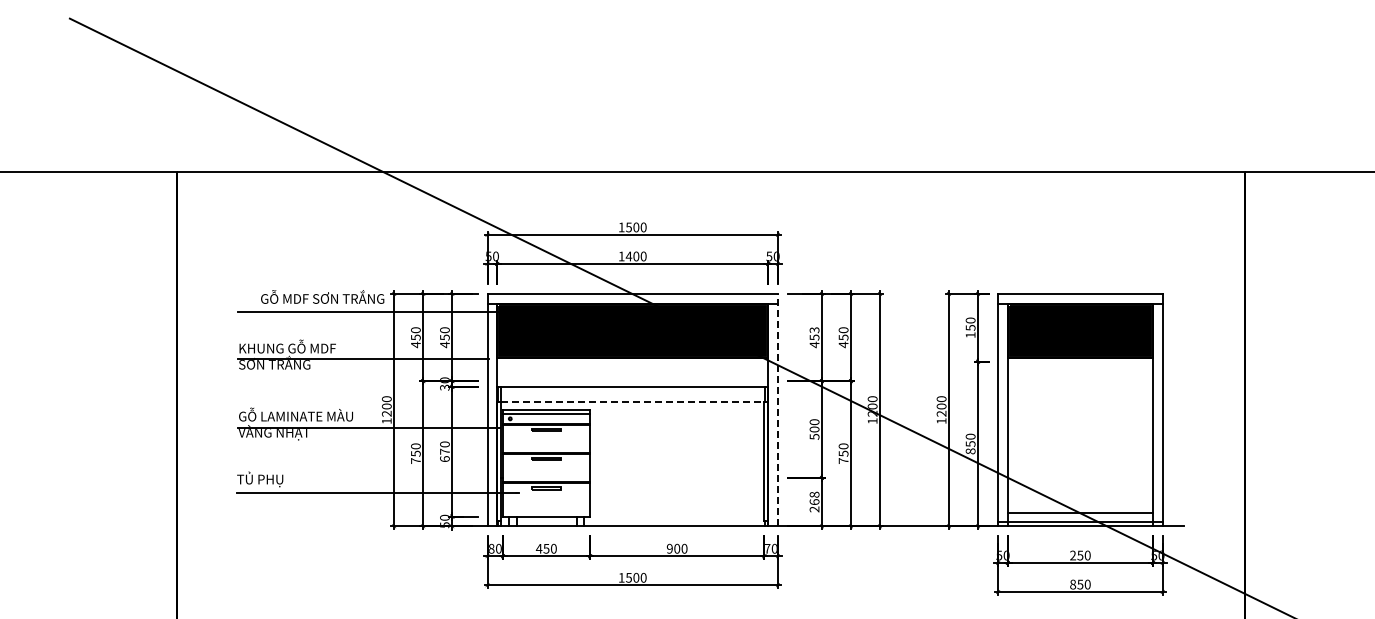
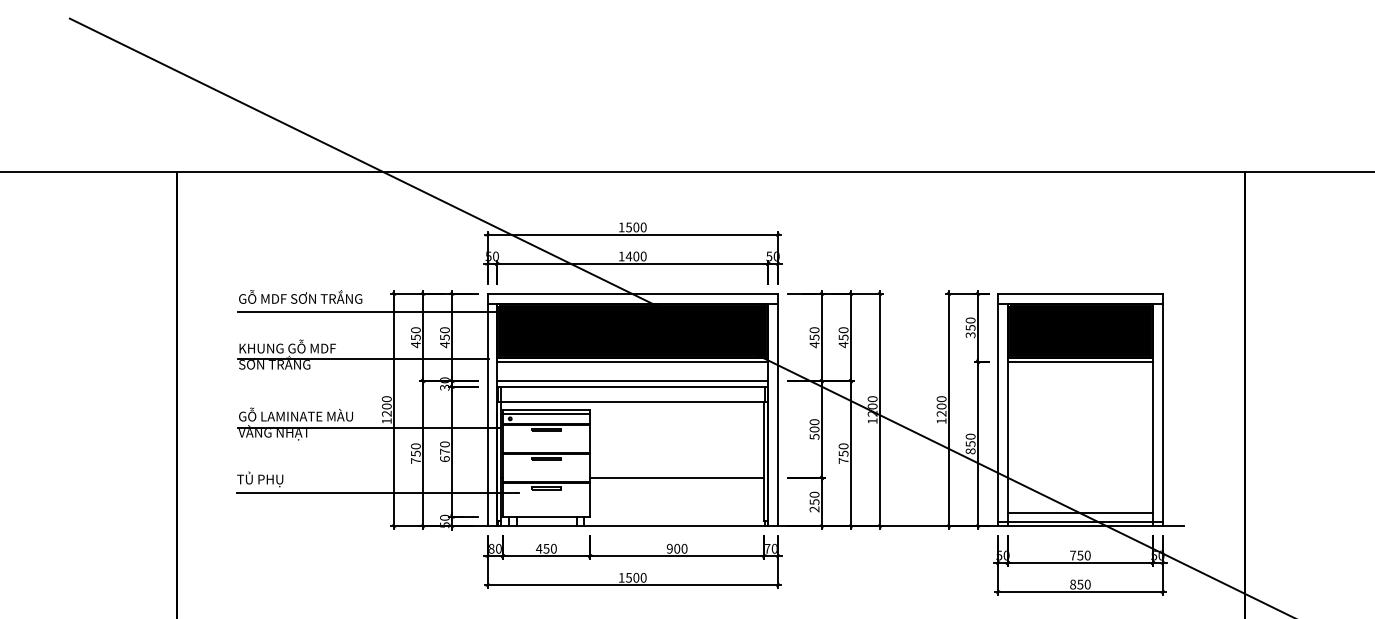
text at (322, 296) position: (322, 296) -> (300, 296)
text at (814, 330): 453 -> 450
text at (970, 335): 150 -> 350
line at (632, 361): none -> present
line at (1080, 361): none -> present
line at (632, 381): none -> present
line at (632, 402): dashed -> solid
line at (777, 409): dashed -> solid
line at (677, 477): none -> present
text at (814, 498): 268 -> 250
text at (1073, 555): 250 -> 750
